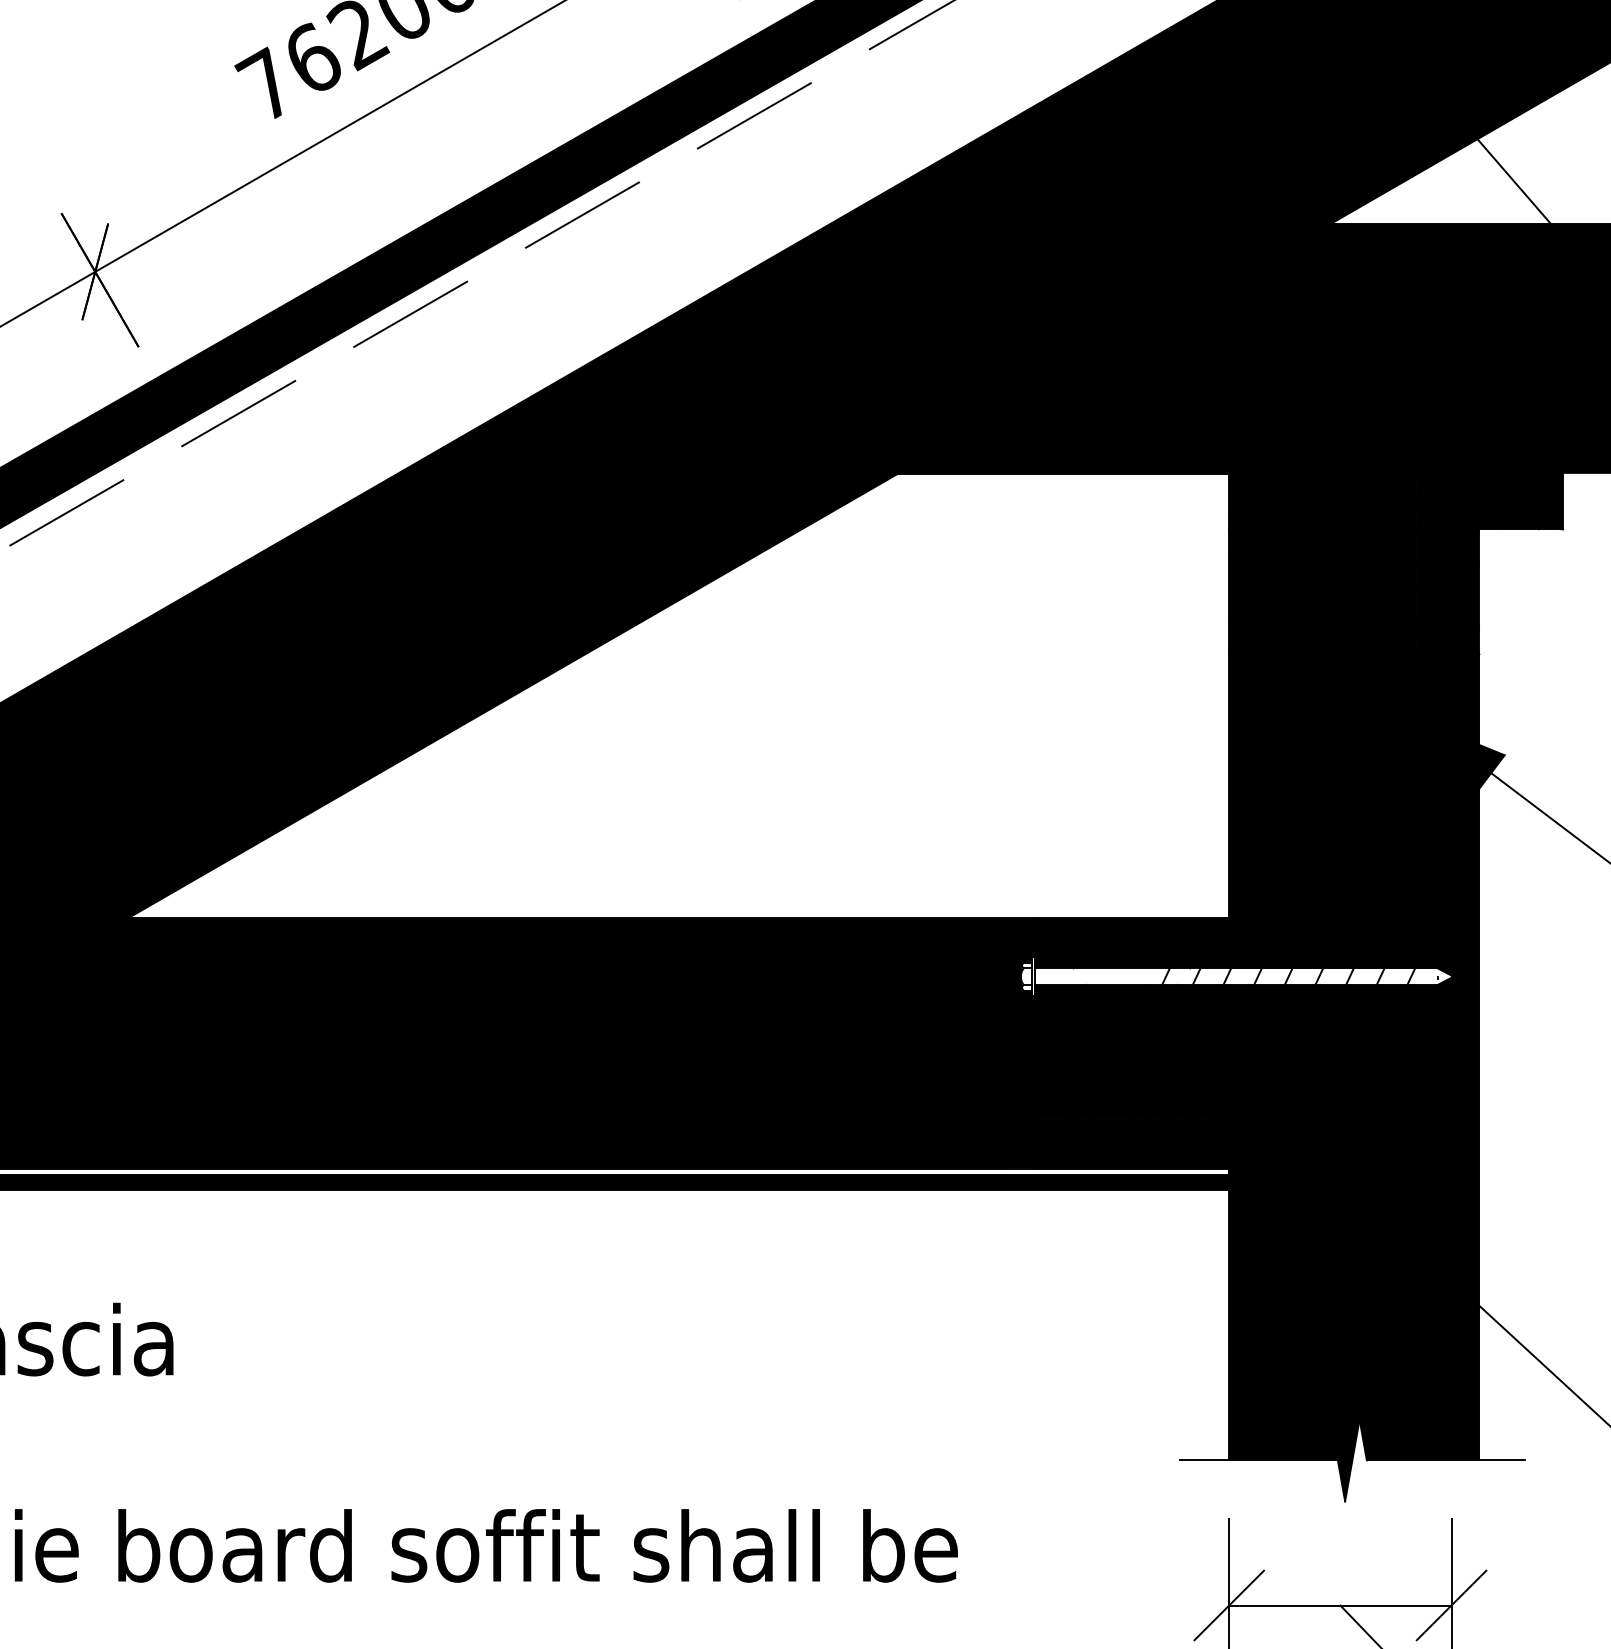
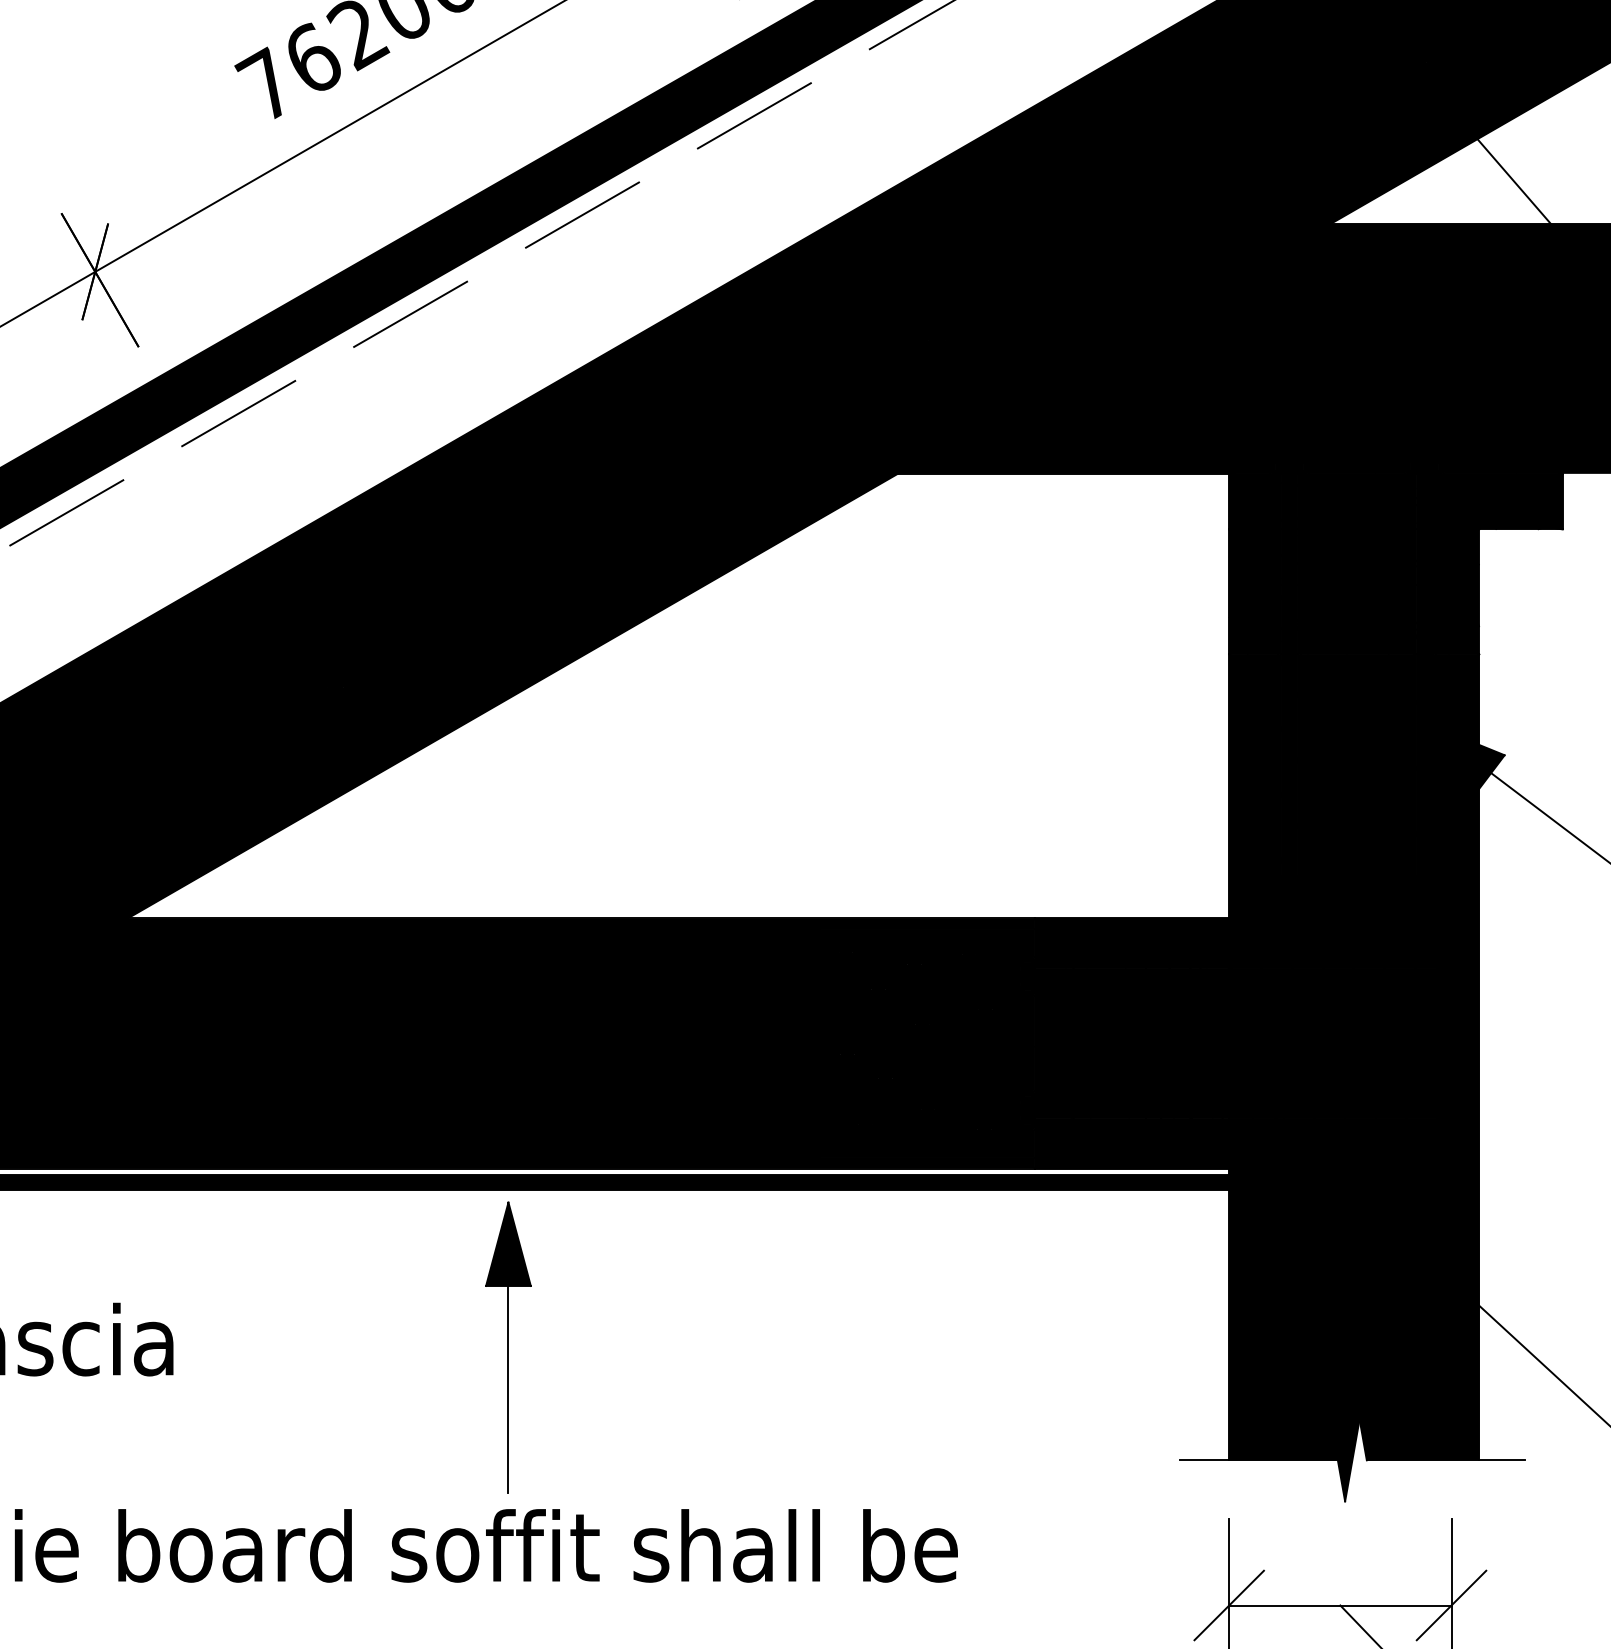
fill at (1235, 976): none -> present
part at (508, 1347): none -> present
